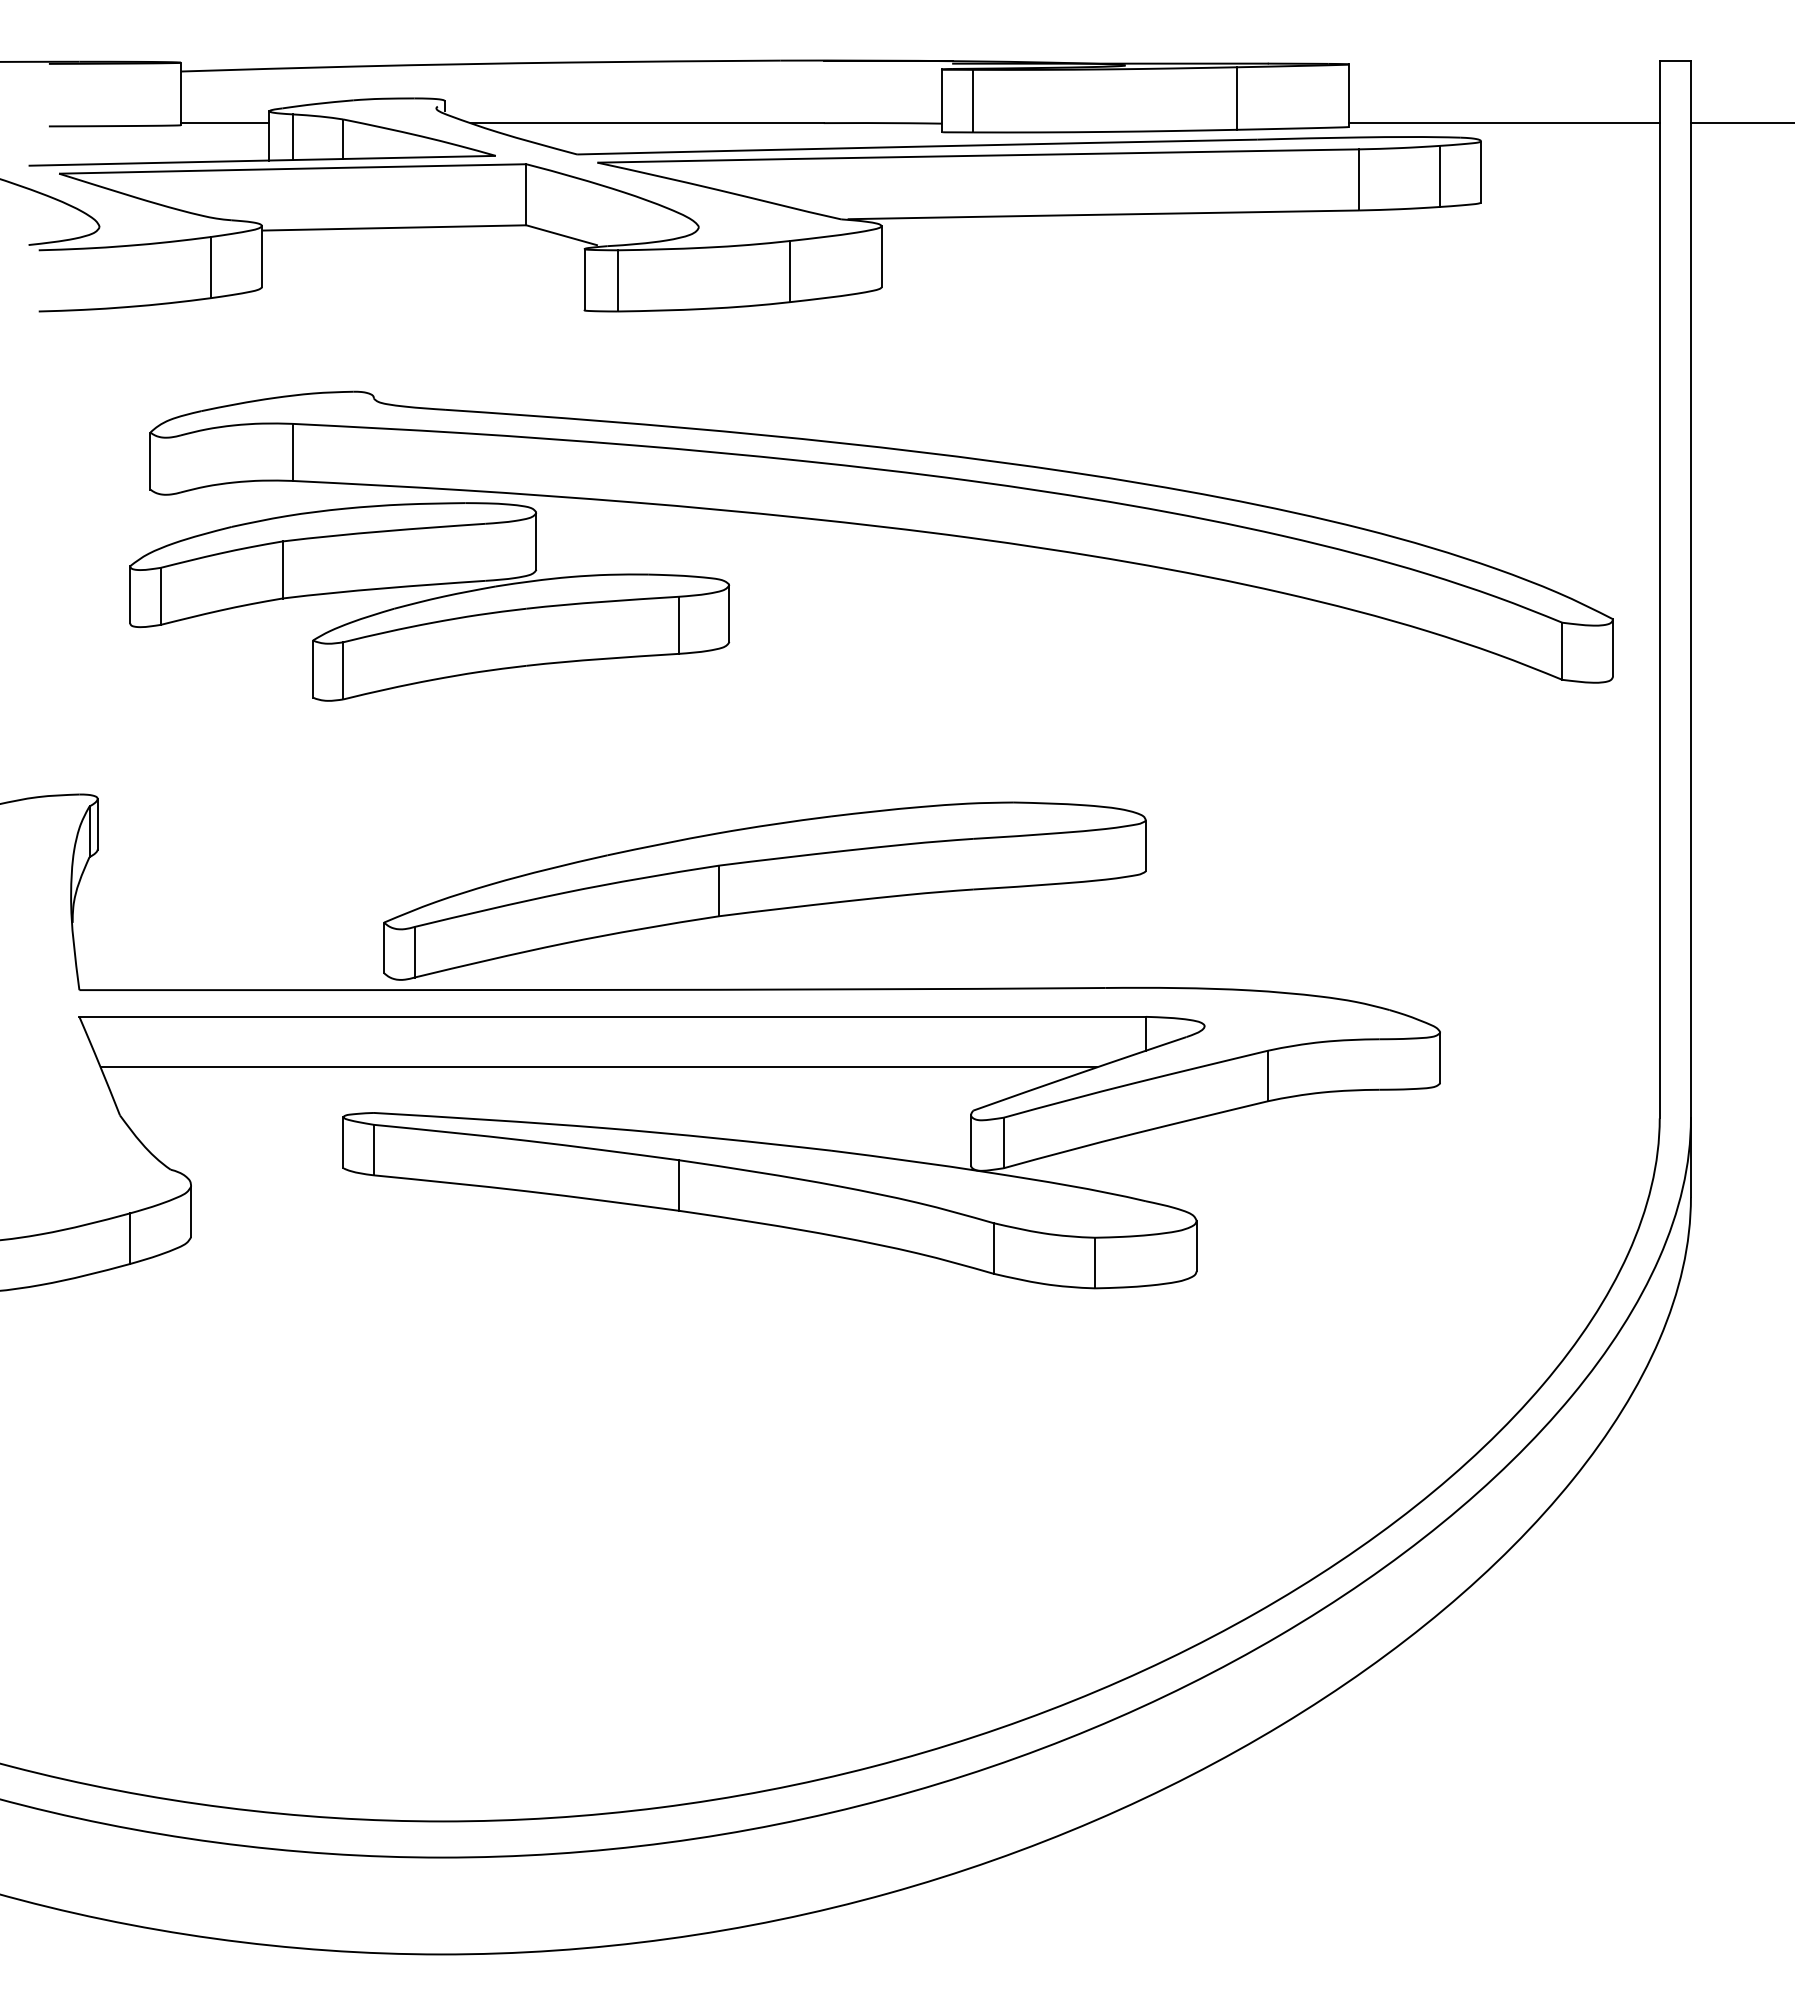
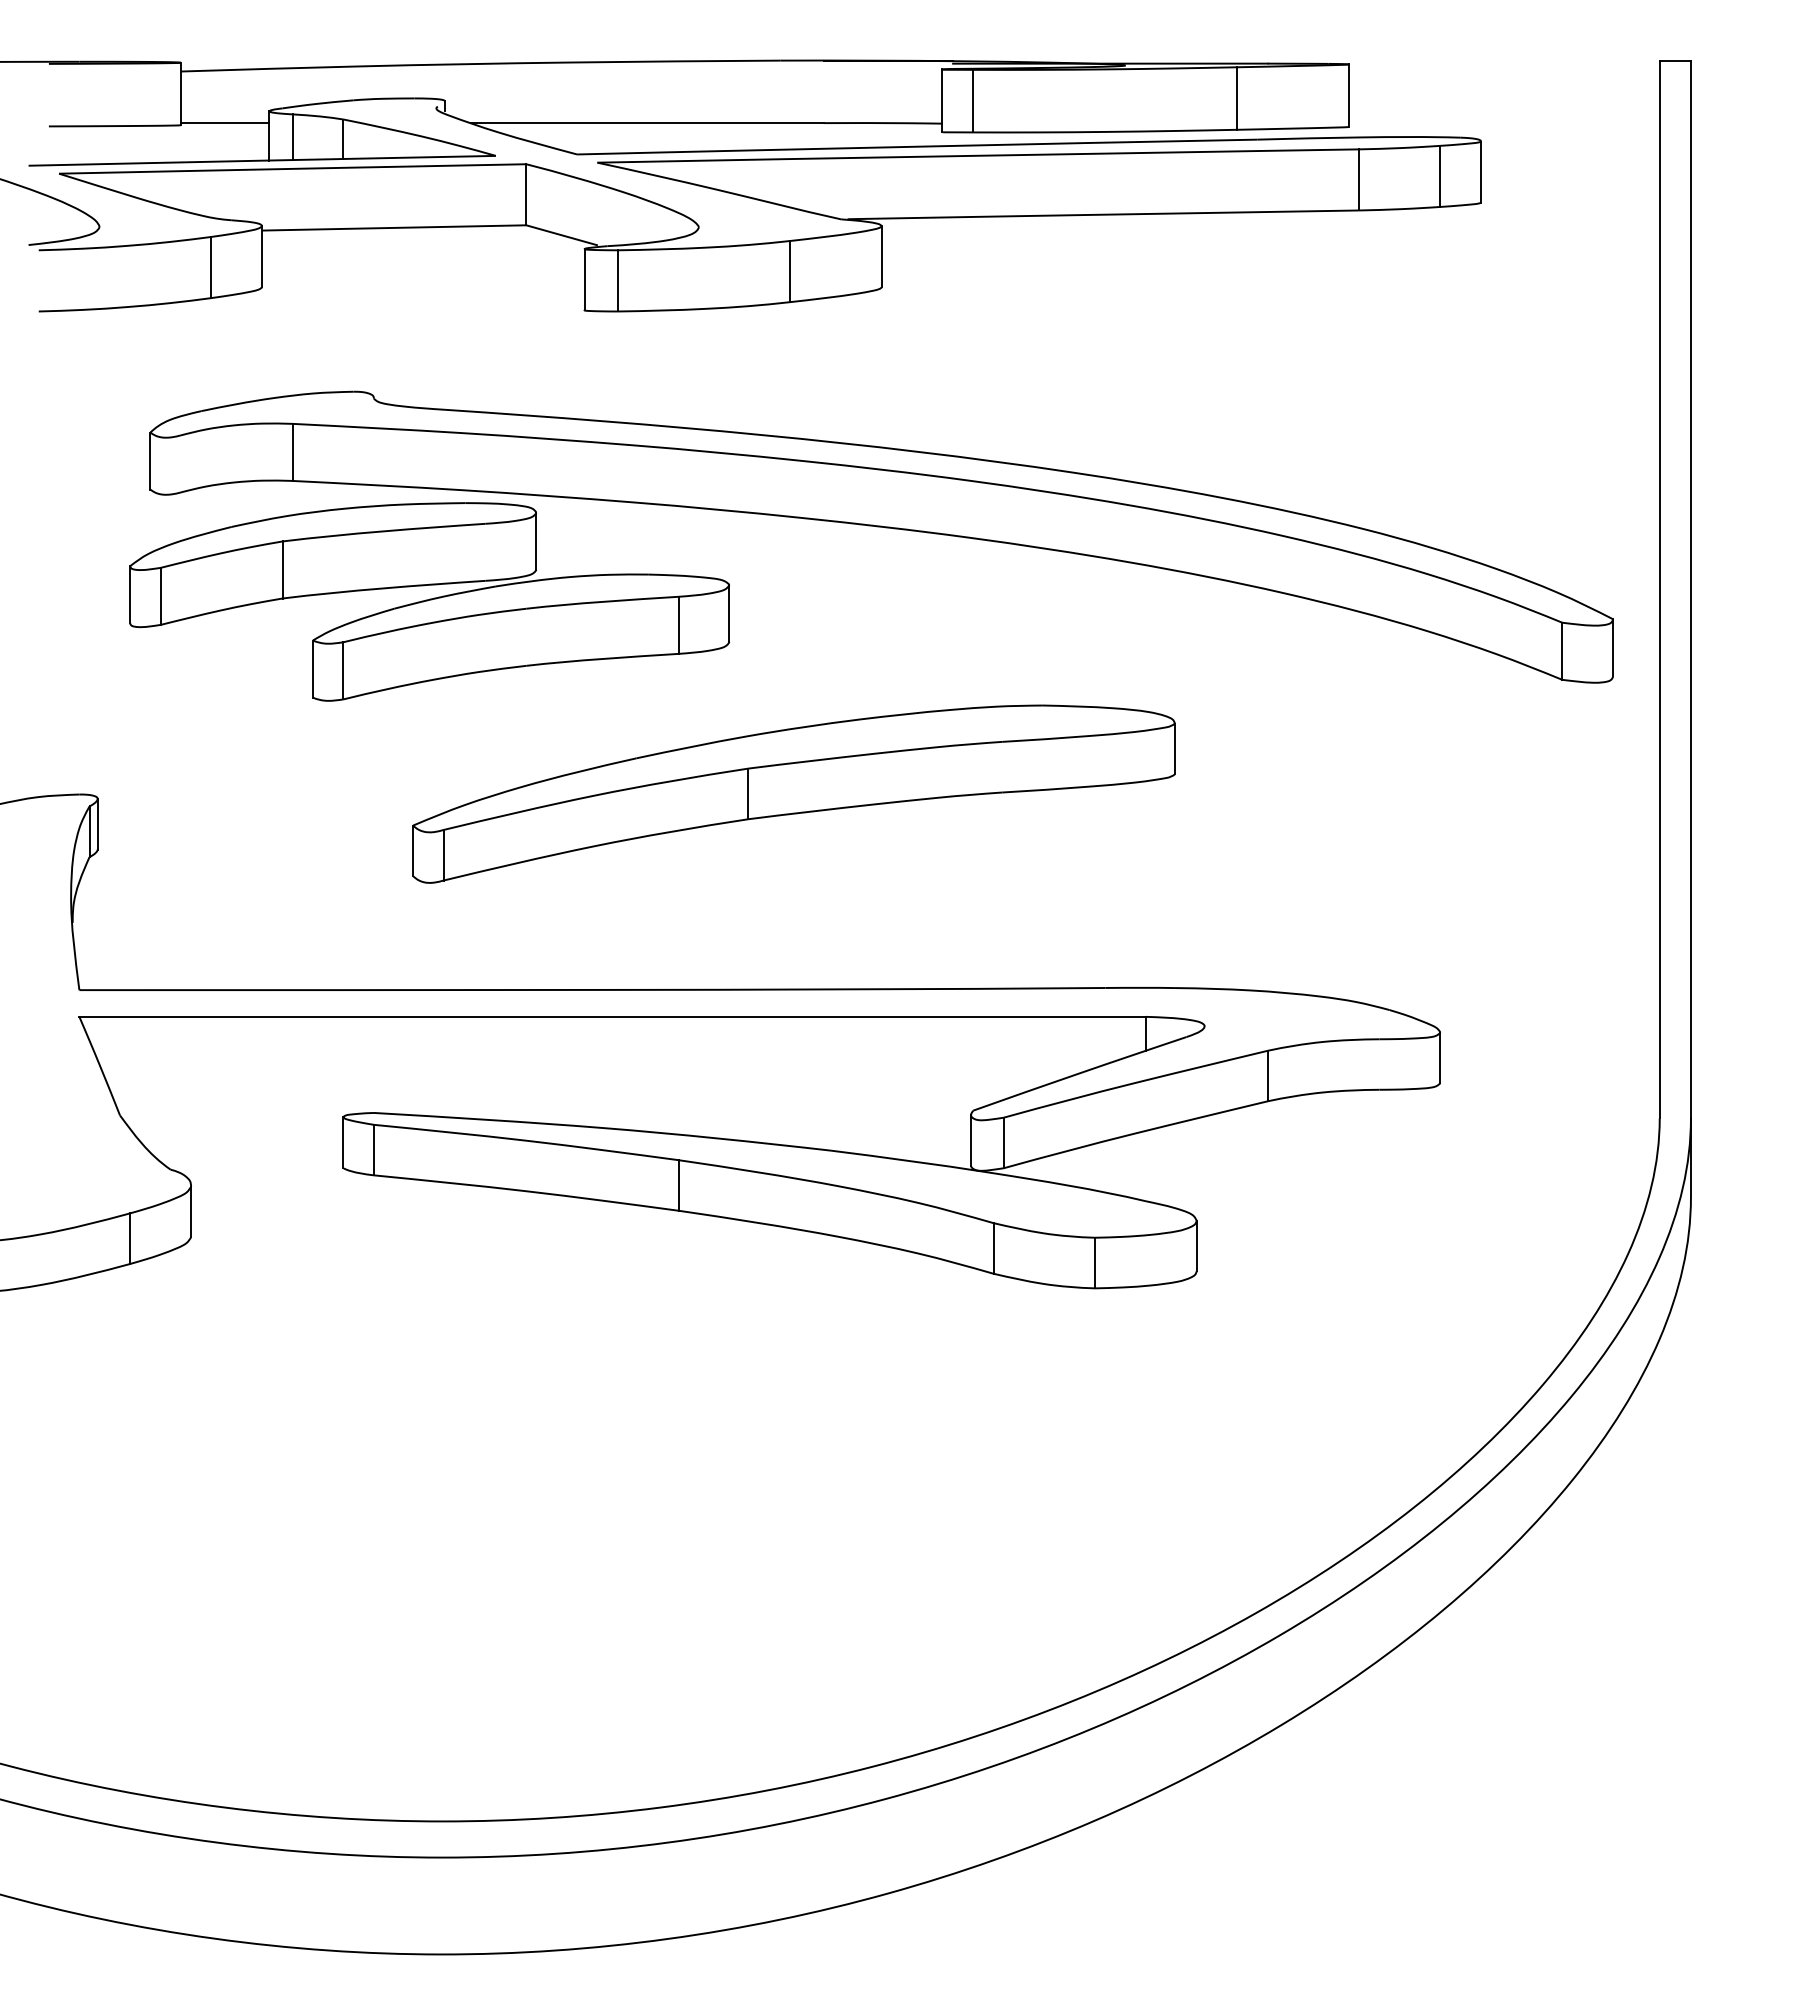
line at (1504, 123): present -> none
line at (1740, 123): present -> none
part at (764, 890) position: (764, 890) -> (793, 793)
line at (598, 1067): present -> none
